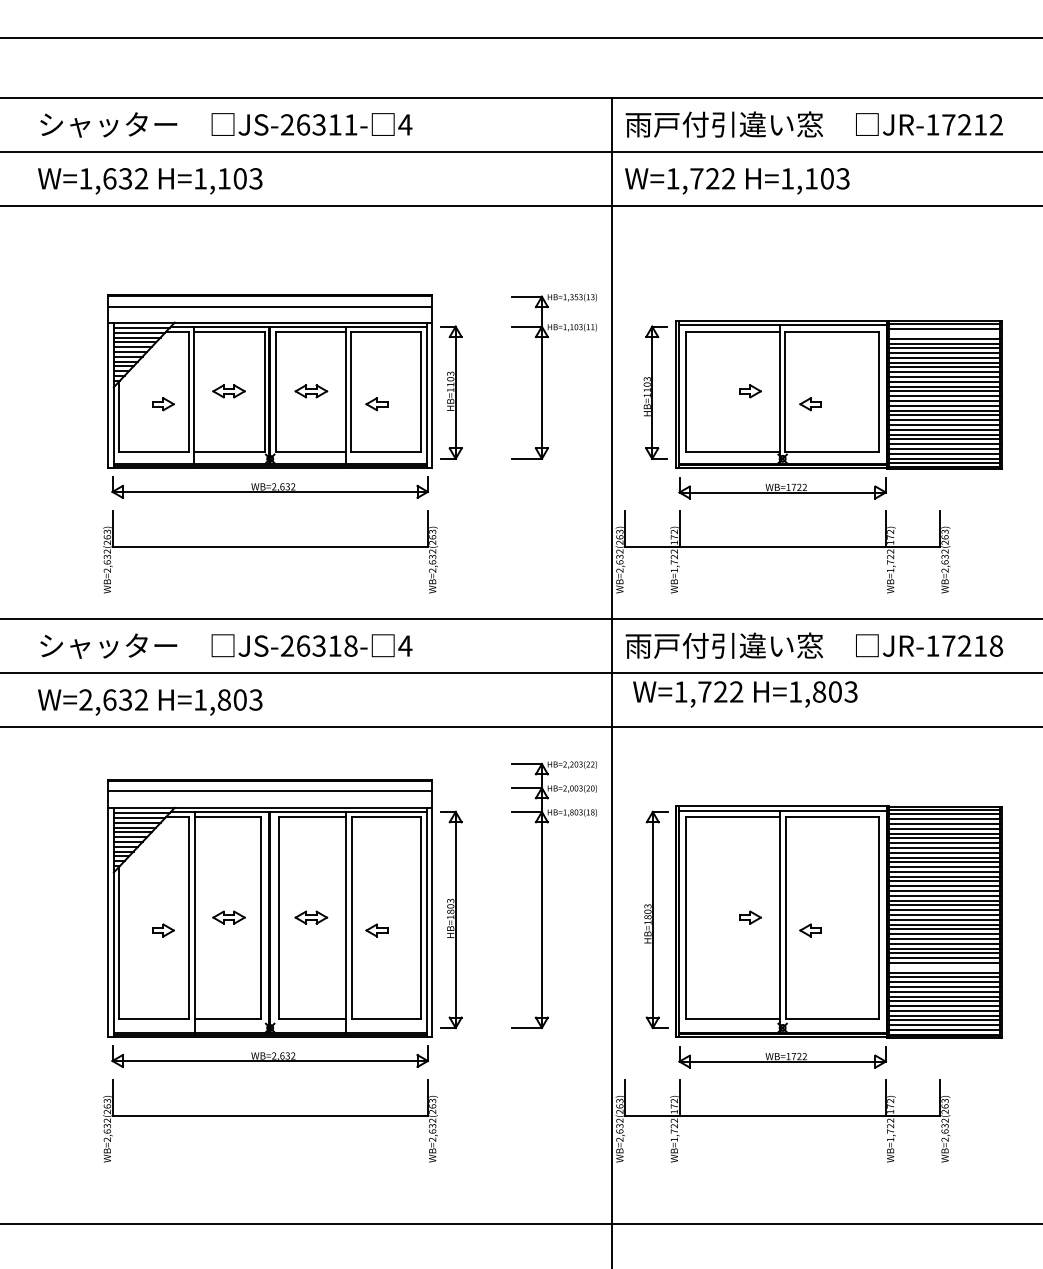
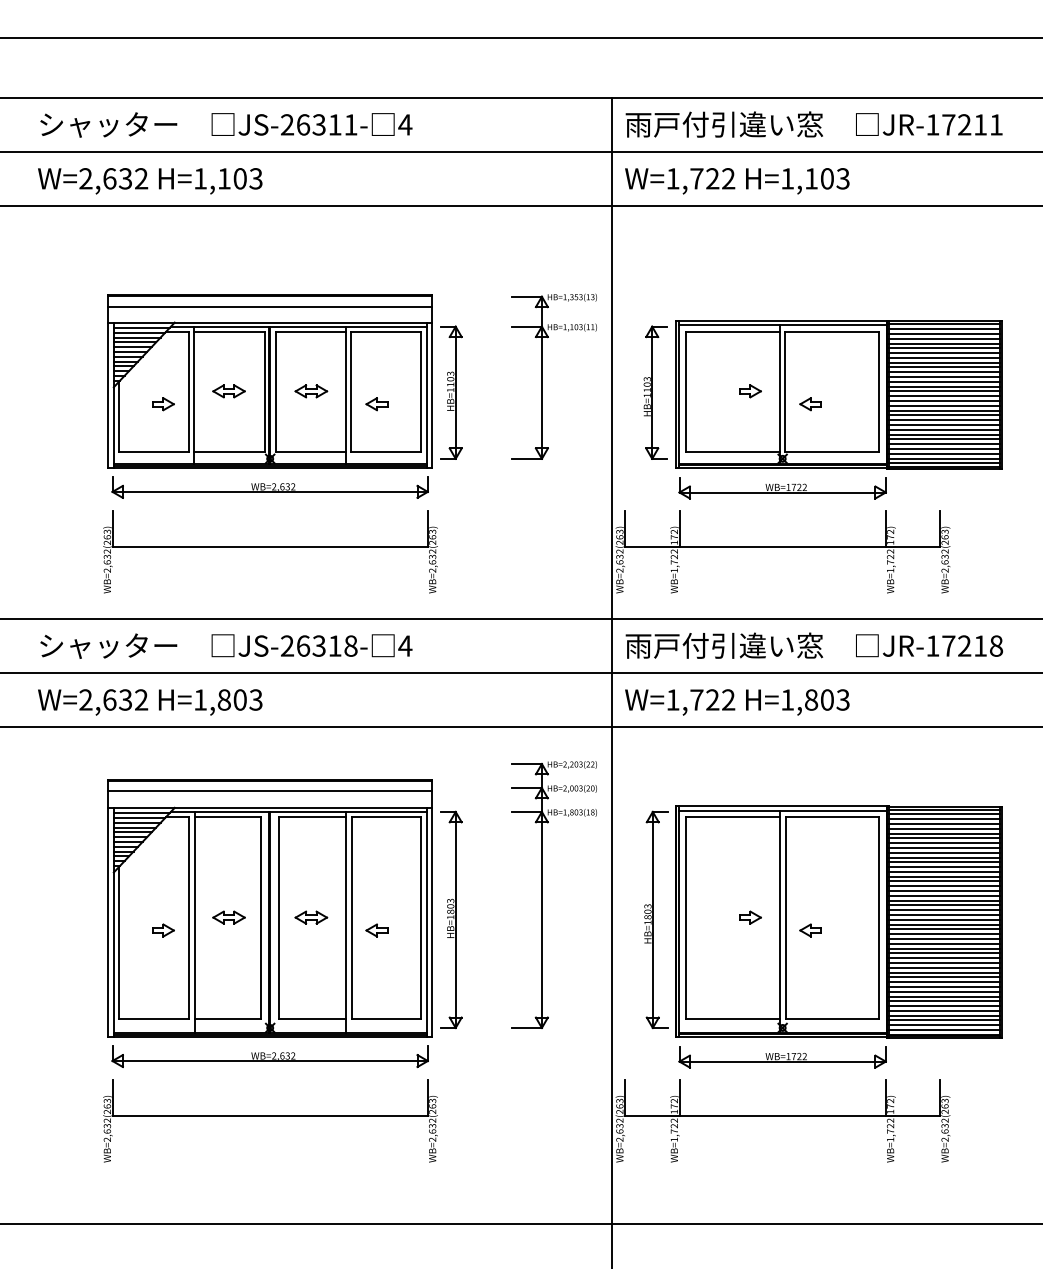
text at (995, 124): JR-17212 -> JR-17211
text at (85, 178): W=1,632 -> W=2,632
line at (944, 333): none -> present
text at (745, 694) position: (745, 694) -> (737, 702)
line at (944, 967): none -> present
